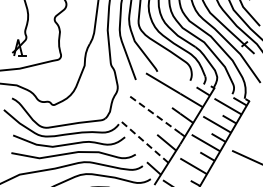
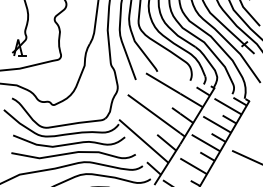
line at (154, 114): dashed -> solid
line at (143, 141): dashed -> solid
